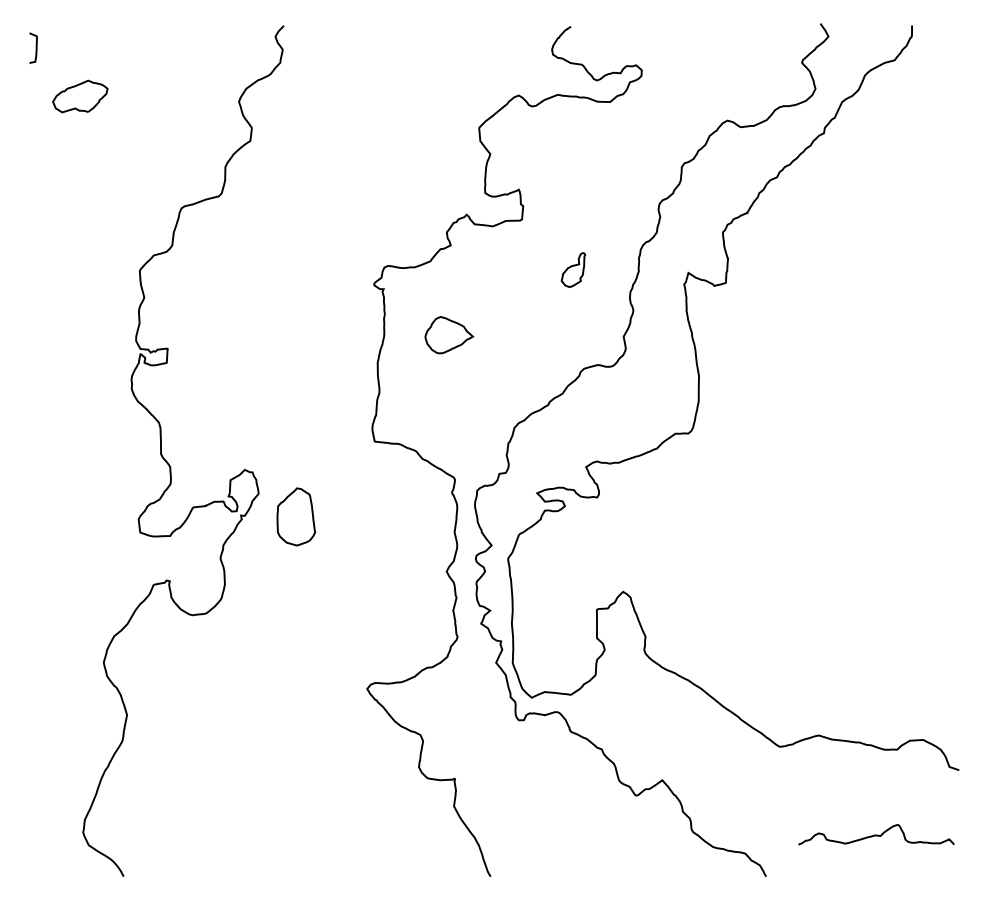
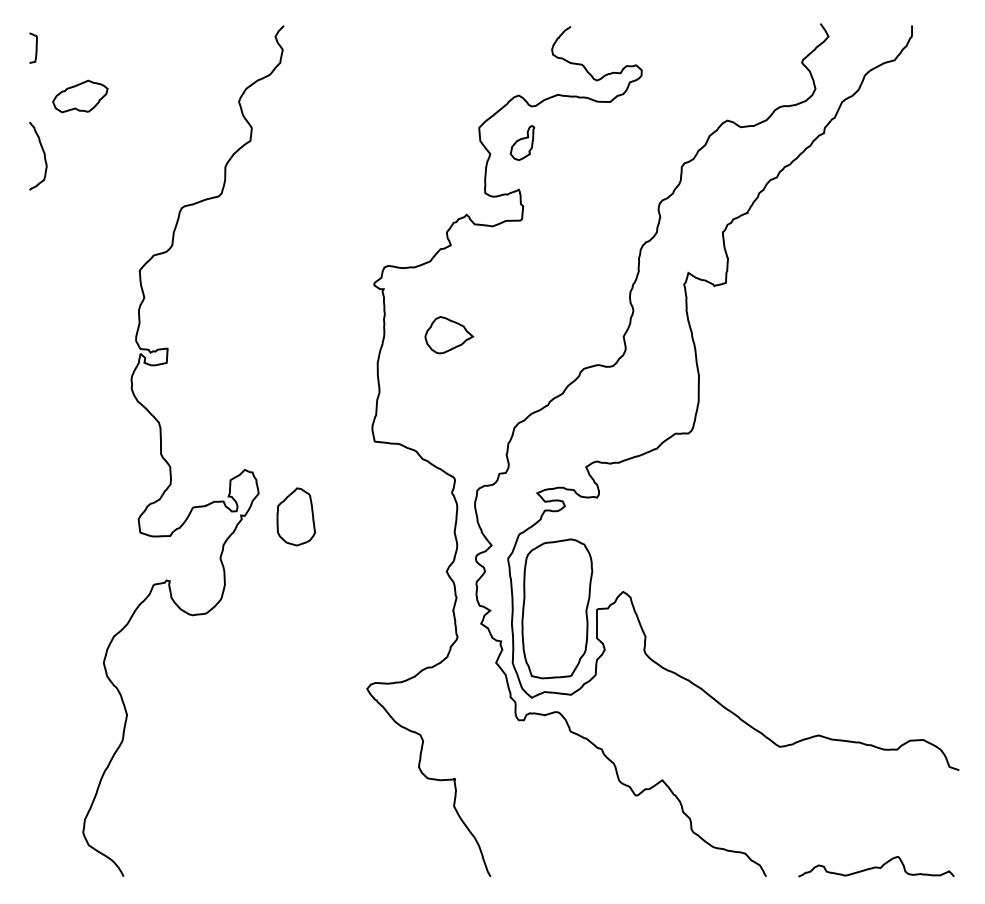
curve at (43, 155): none -> present
part at (573, 269) position: (573, 269) -> (522, 142)
part at (557, 608): none -> present
curve at (876, 834) position: (876, 834) -> (876, 866)
